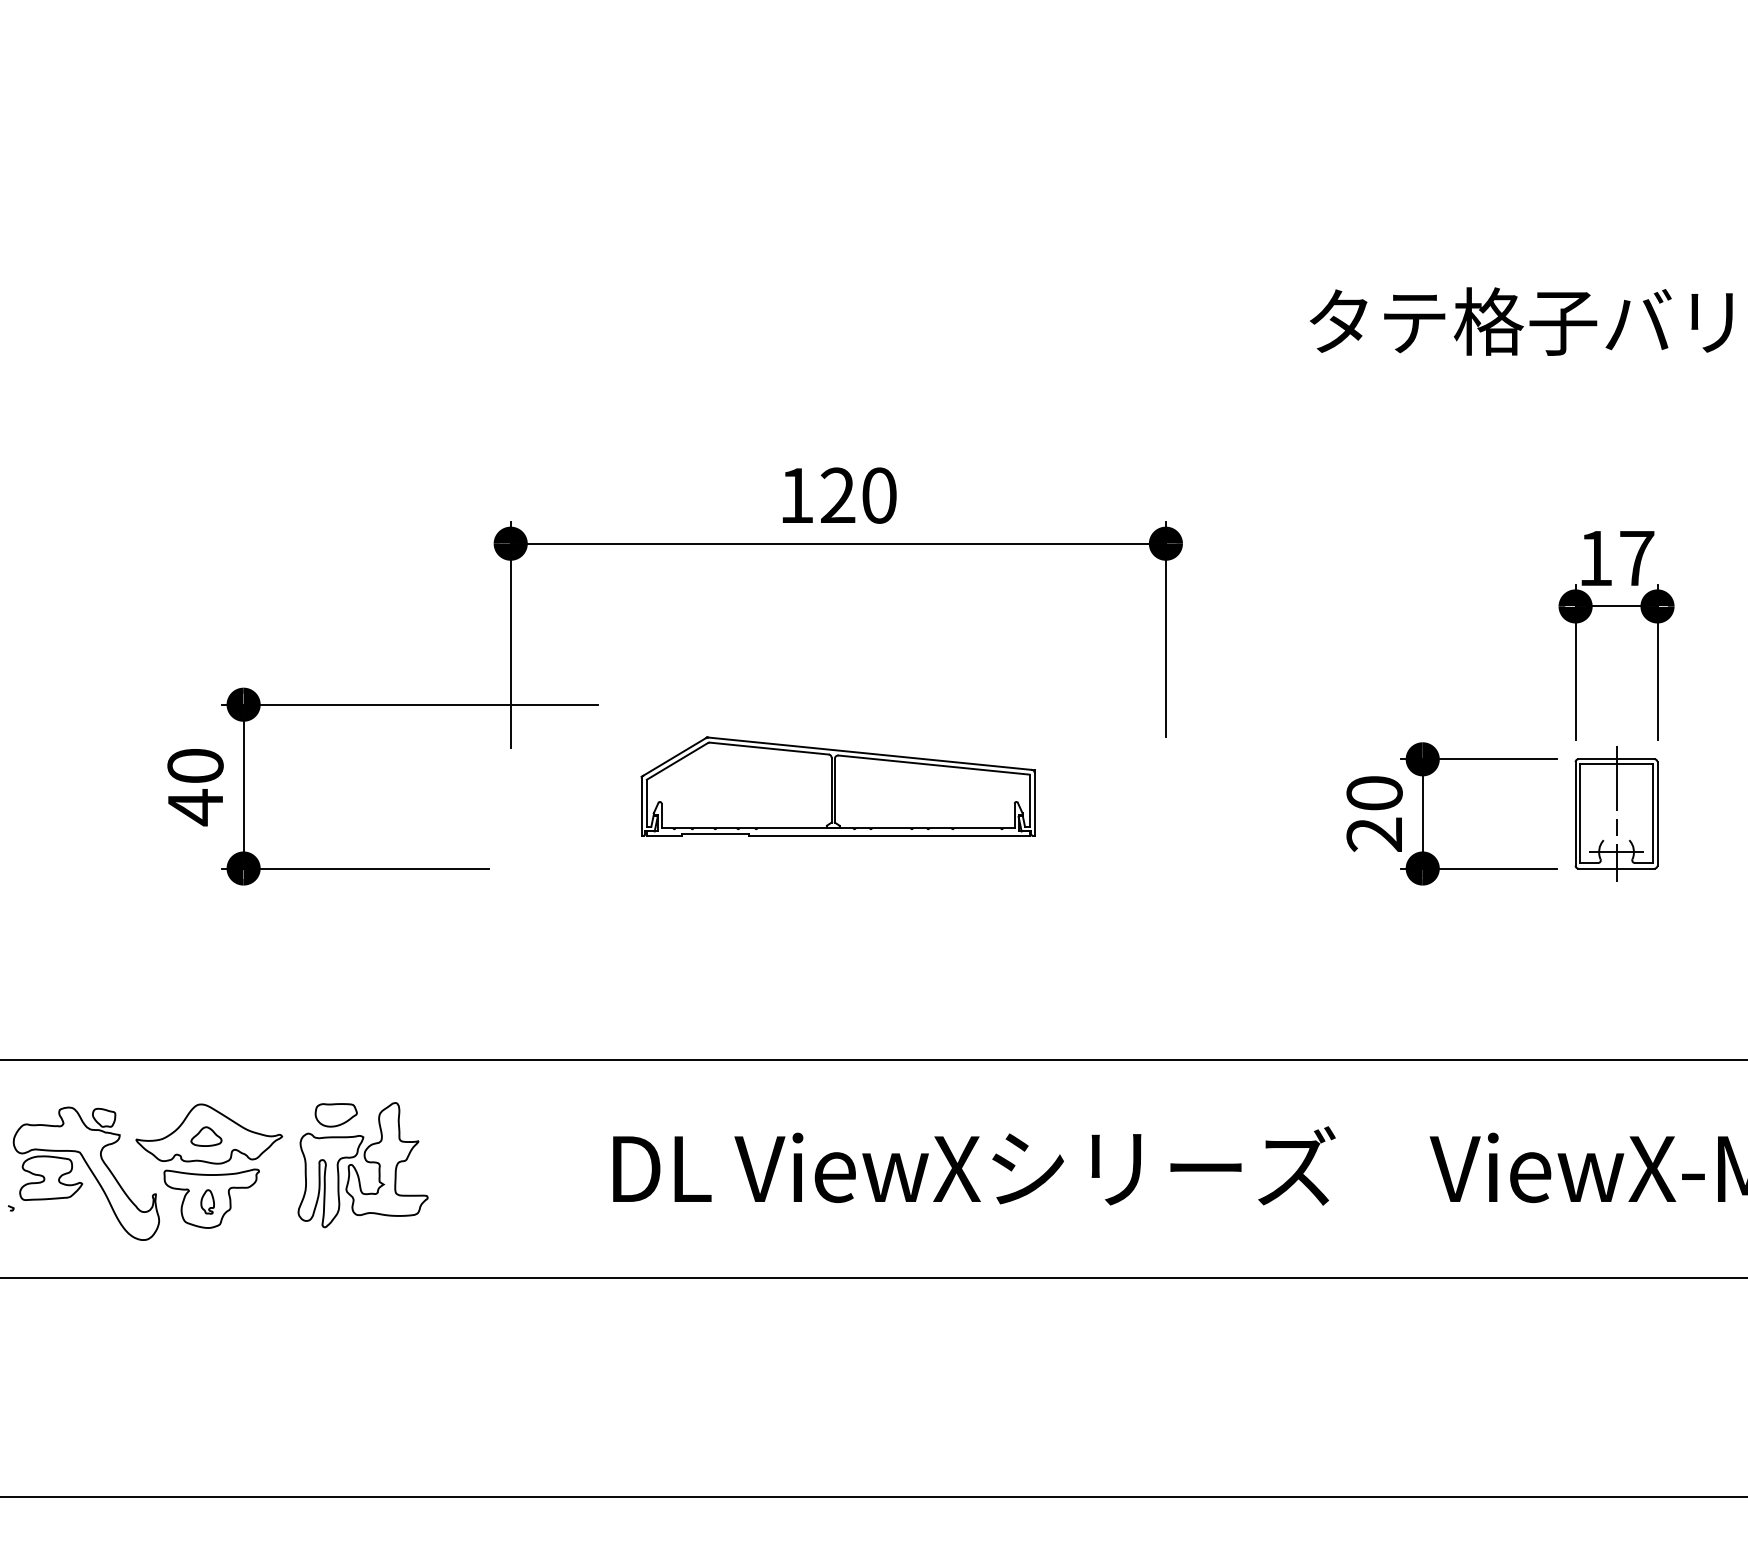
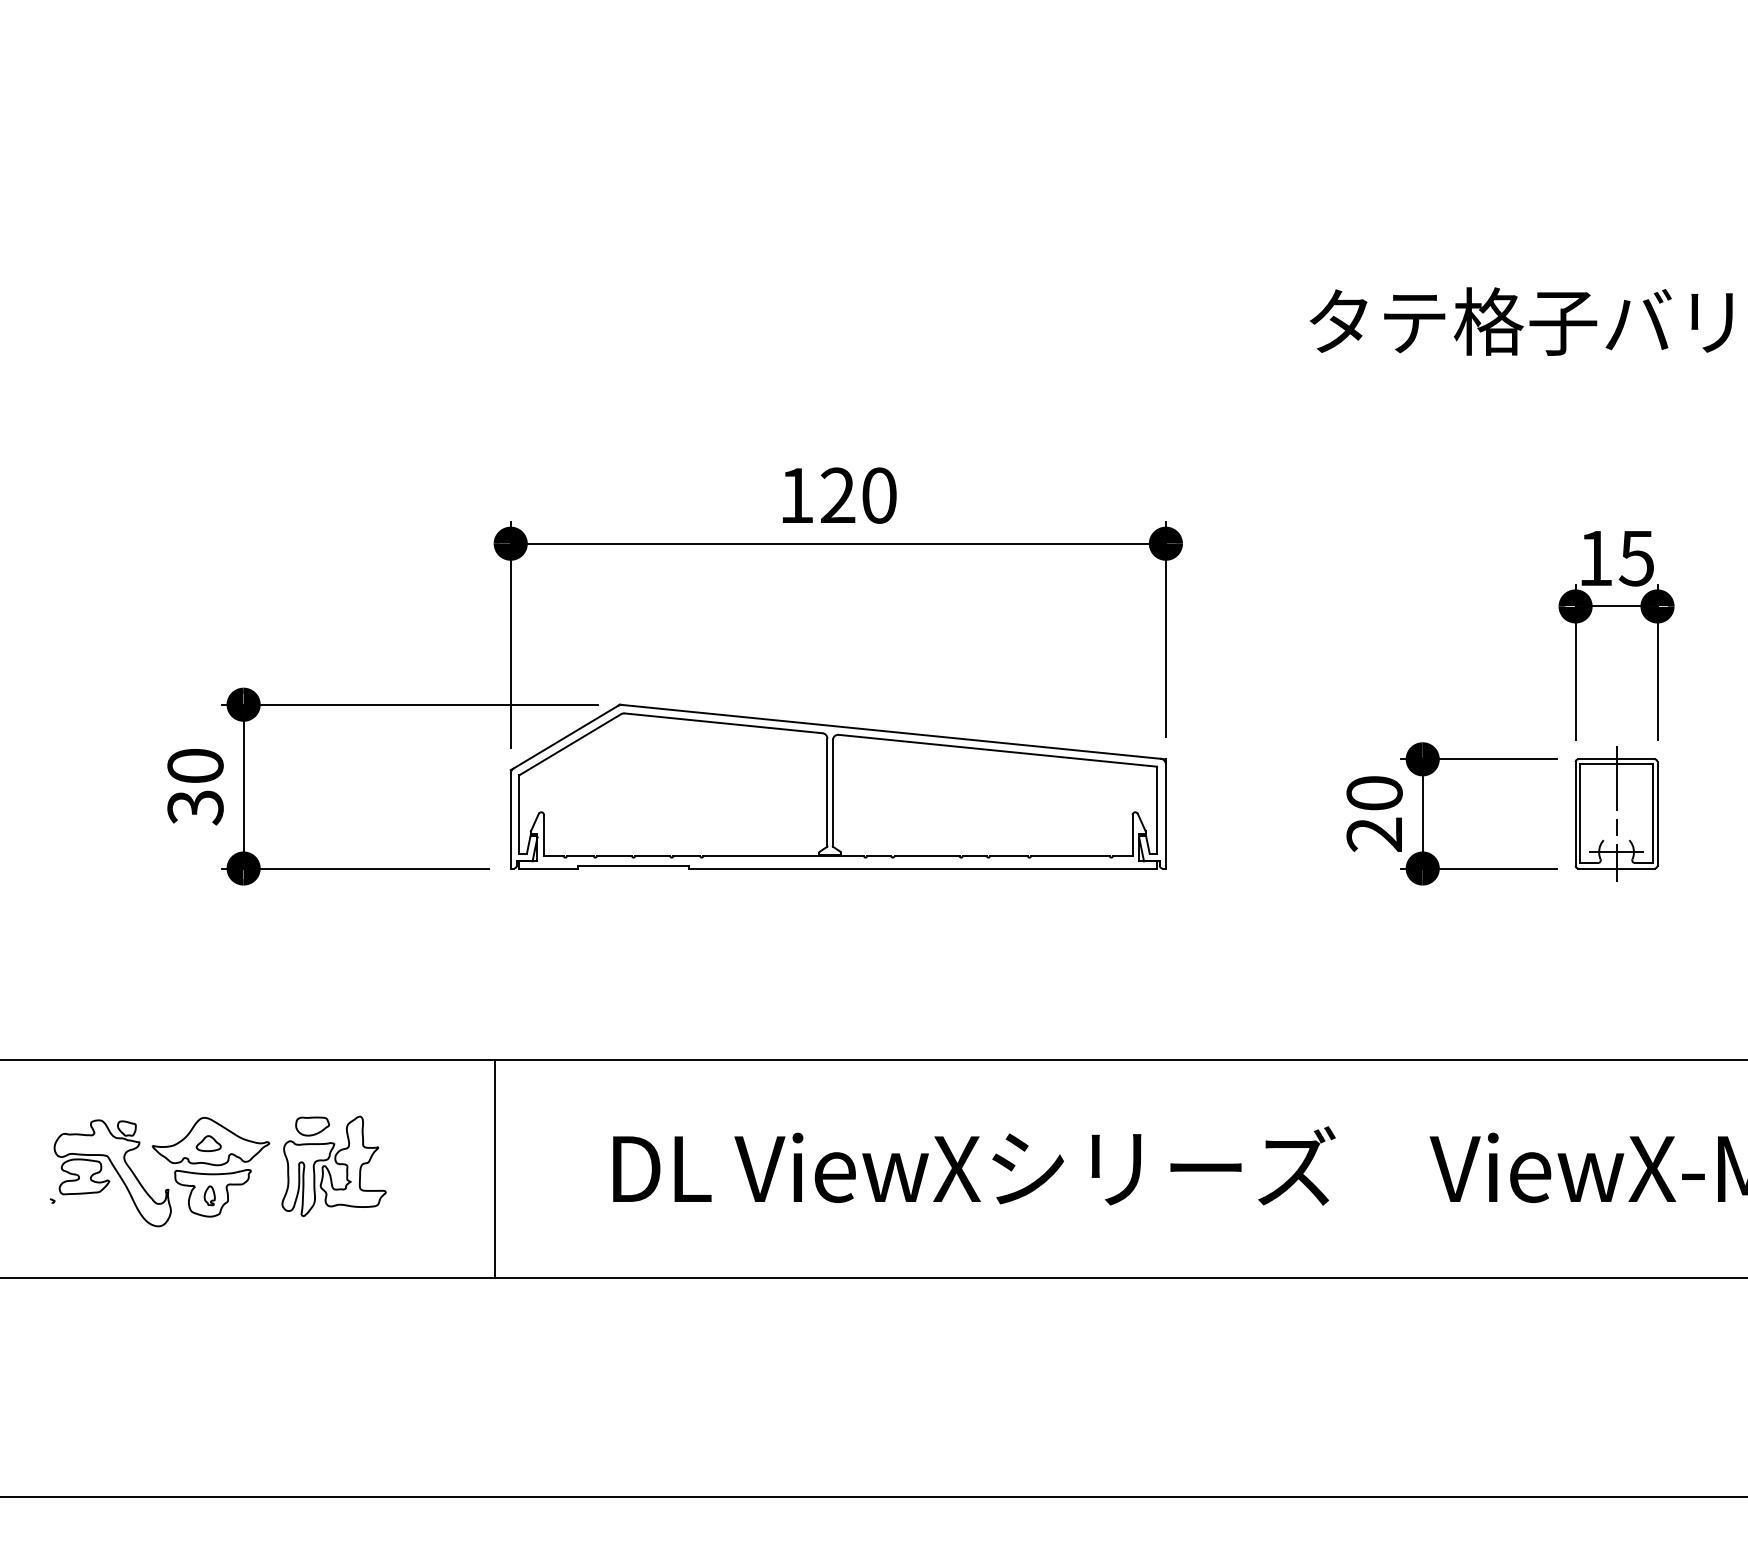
text at (1636, 558): 17 -> 15
part at (837, 786) size: 396x101 px -> 658x167 px
text at (195, 807): 40 -> 30
line at (494, 1169): none -> present
part at (218, 1171) size: 421x139 px -> 338x113 px
